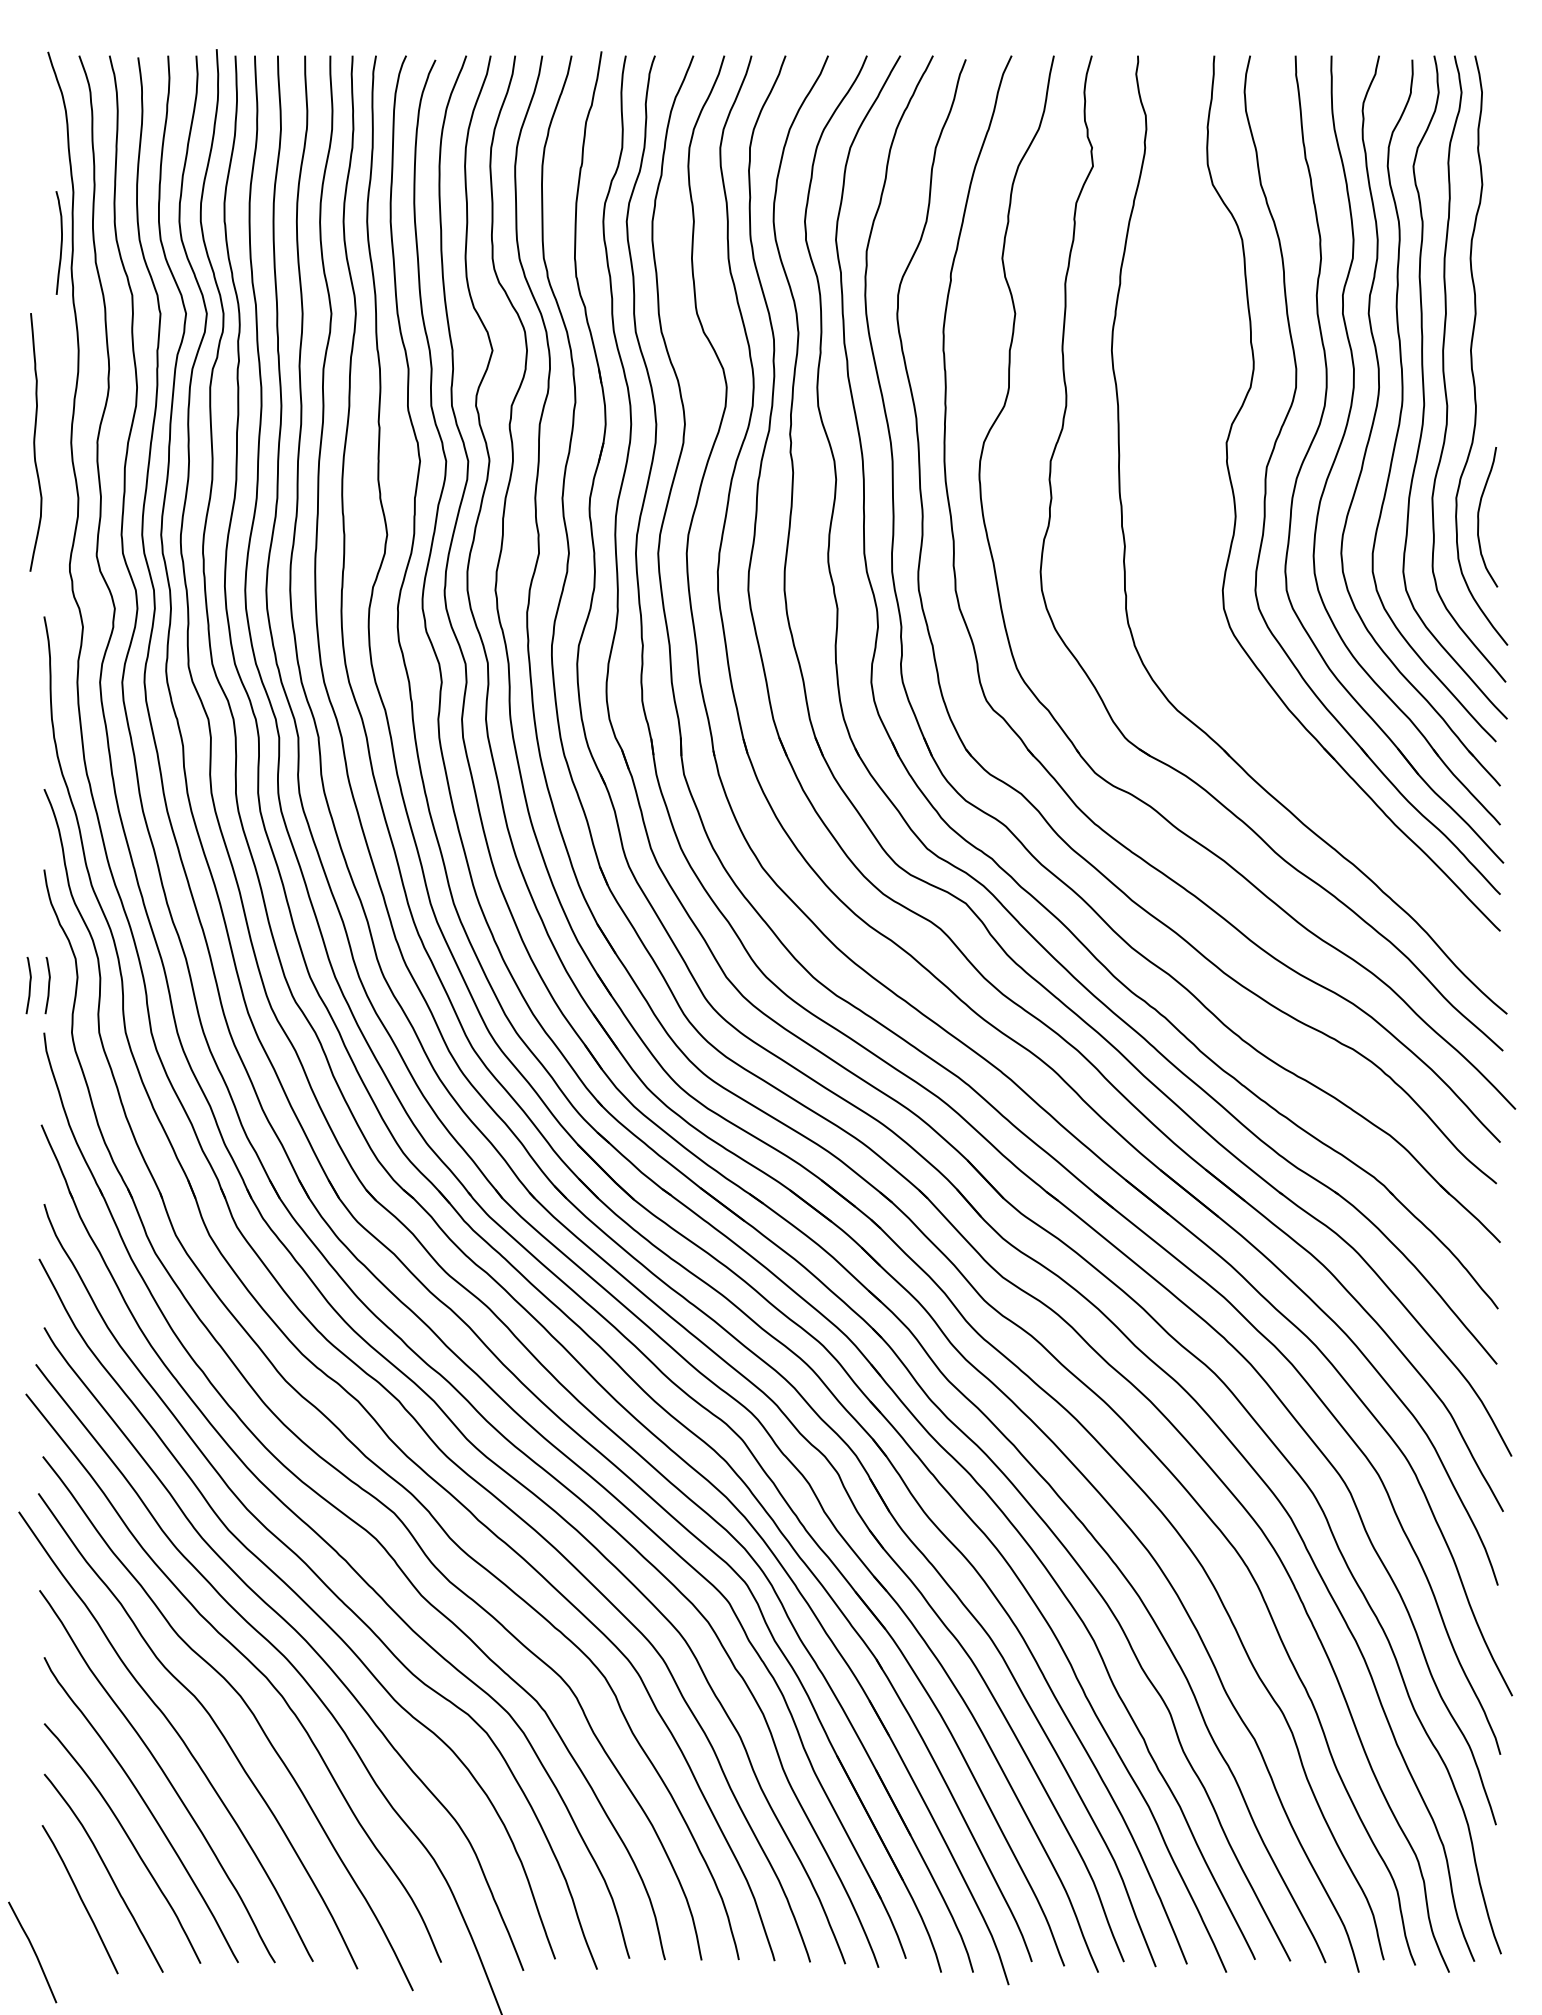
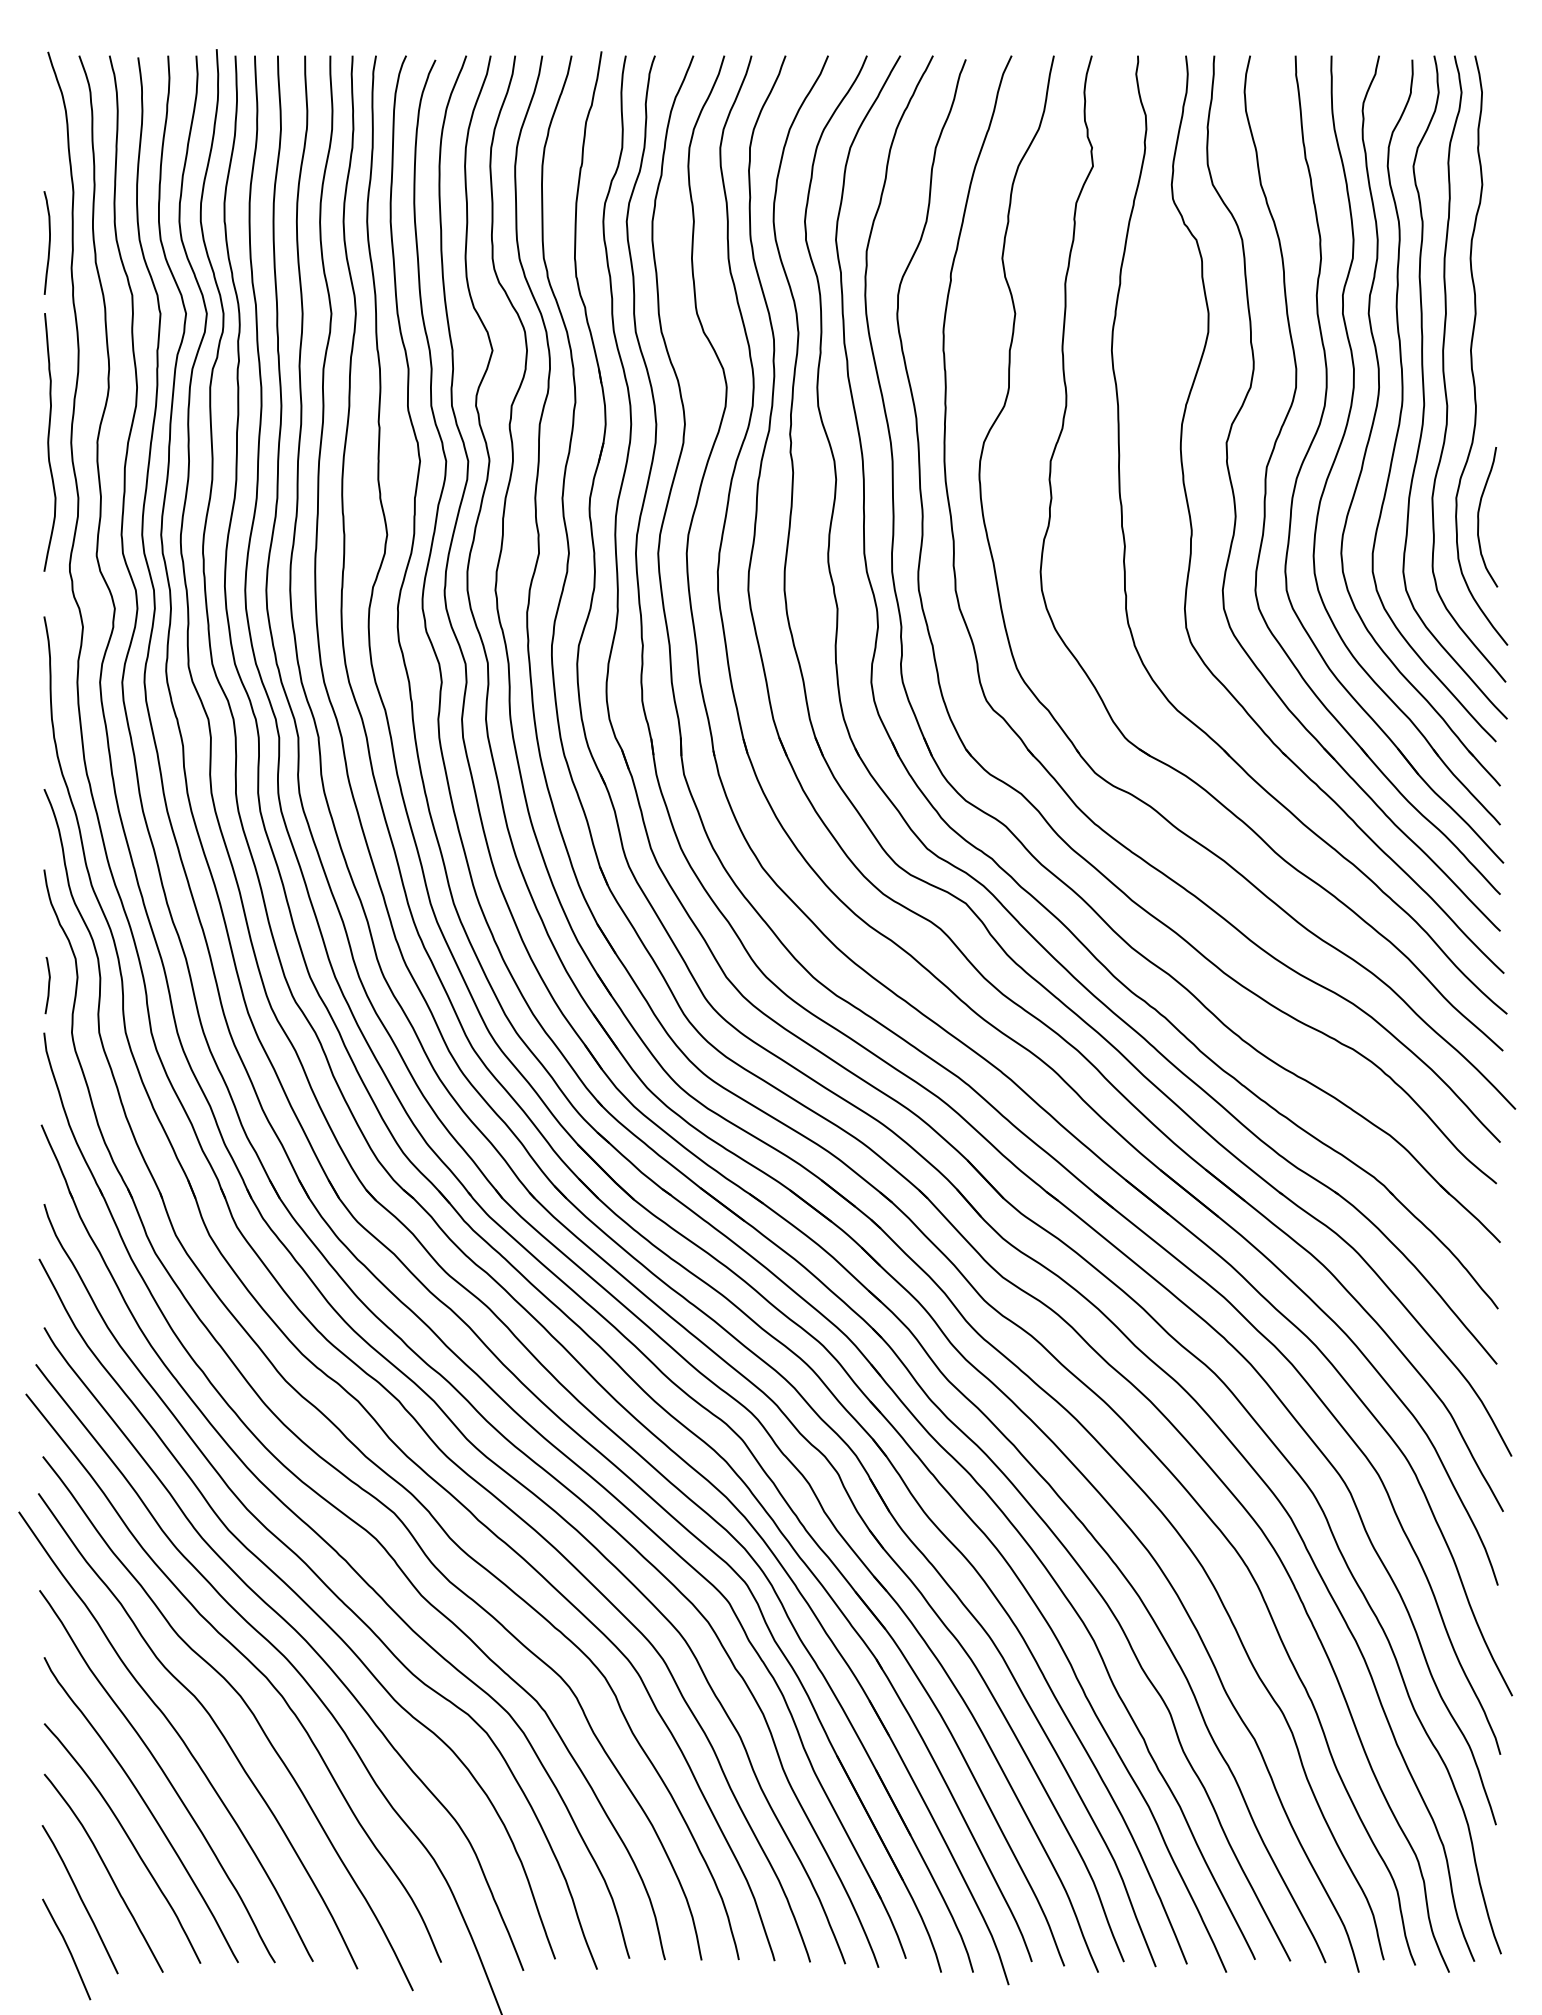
curve at (60, 242) position: (60, 242) -> (48, 242)
curve at (35, 442) position: (35, 442) -> (49, 442)
part at (1192, 526): none -> present
curve at (29, 985): present -> none
line at (33, 1952) position: (33, 1952) -> (67, 1949)
